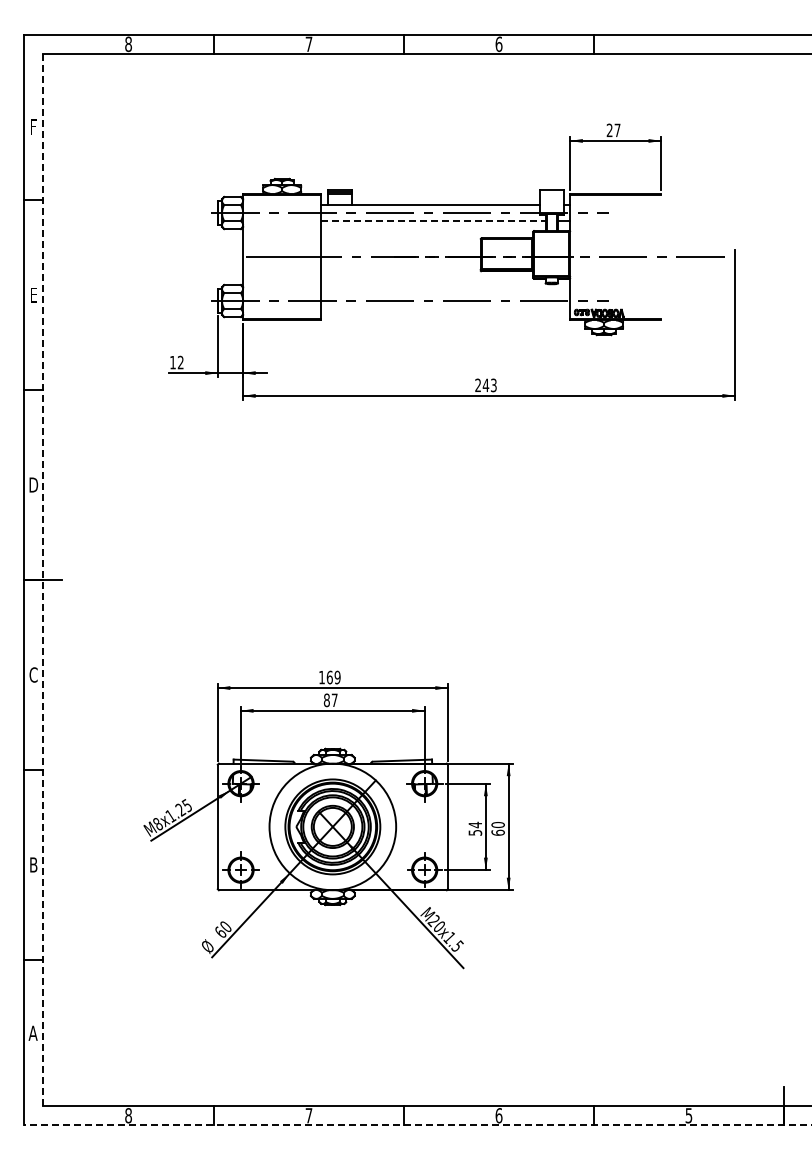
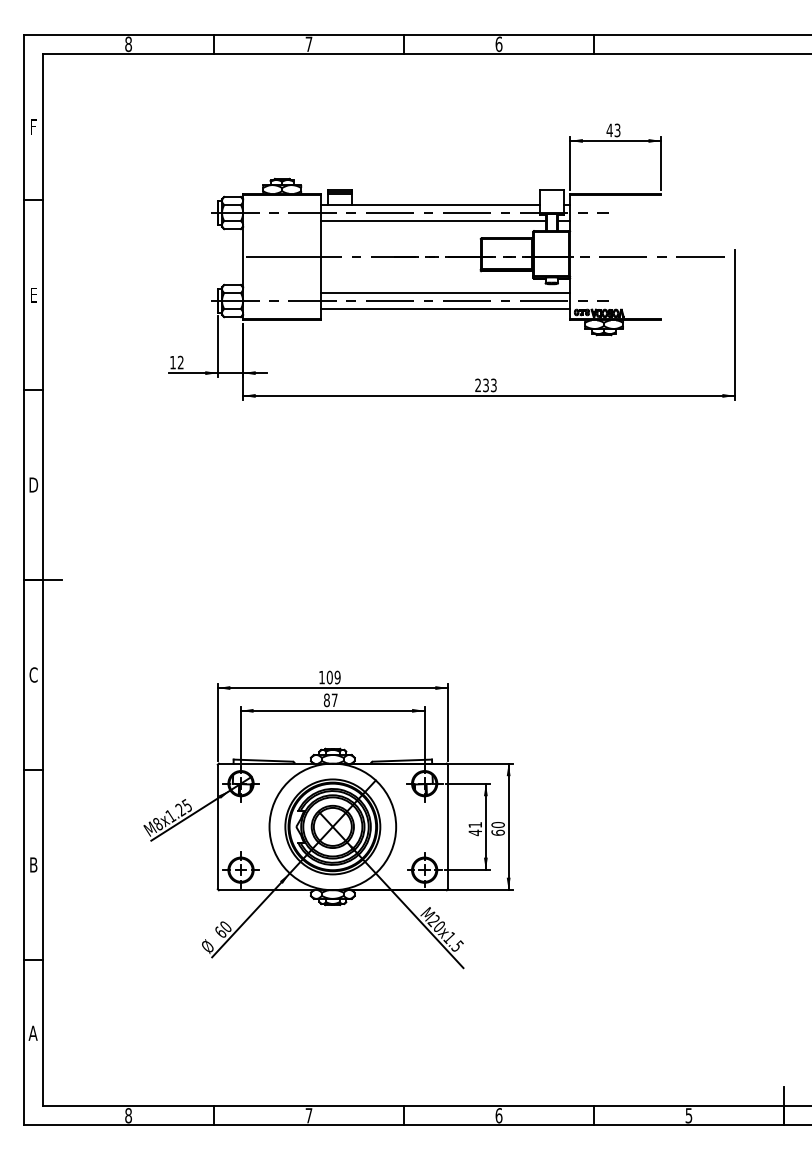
text at (613, 130): 27 -> 43
line at (433, 221): dashed -> solid
line at (445, 292): none -> present
line at (445, 309): none -> present
text at (485, 385): 243 -> 233
line at (43, 579): dashed -> solid
text at (329, 676): 169 -> 109
text at (475, 828): 54 -> 41
line at (417, 1125): dashed -> solid
